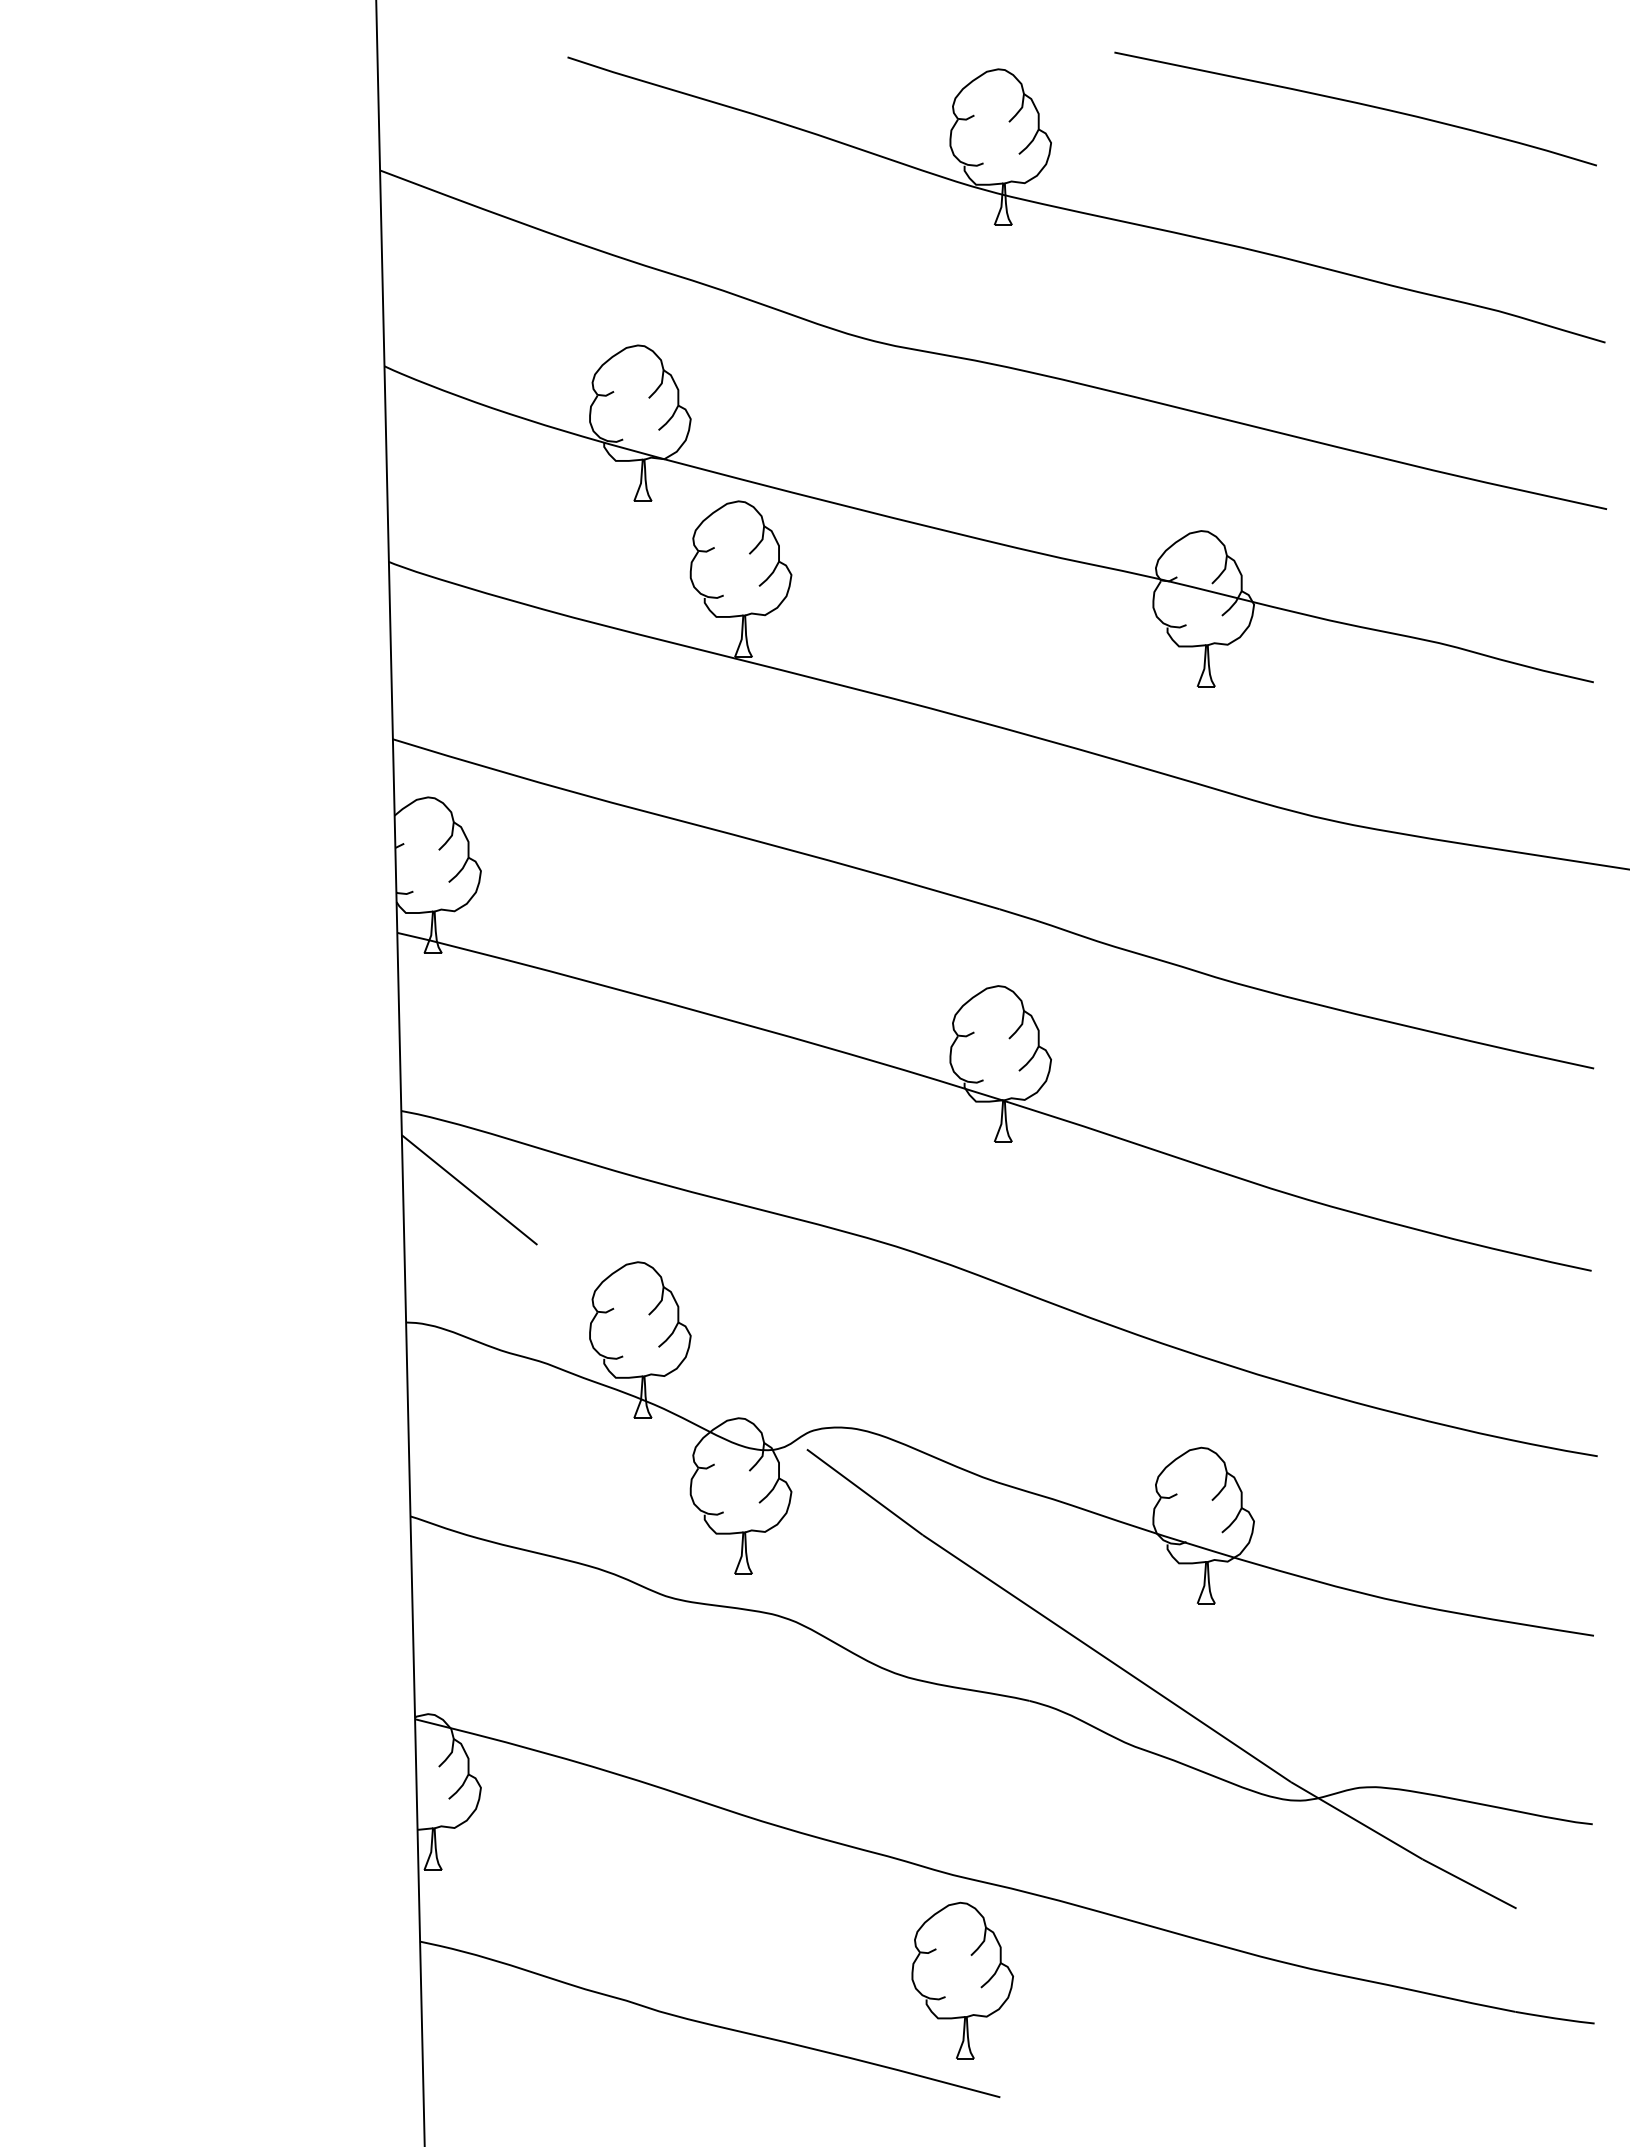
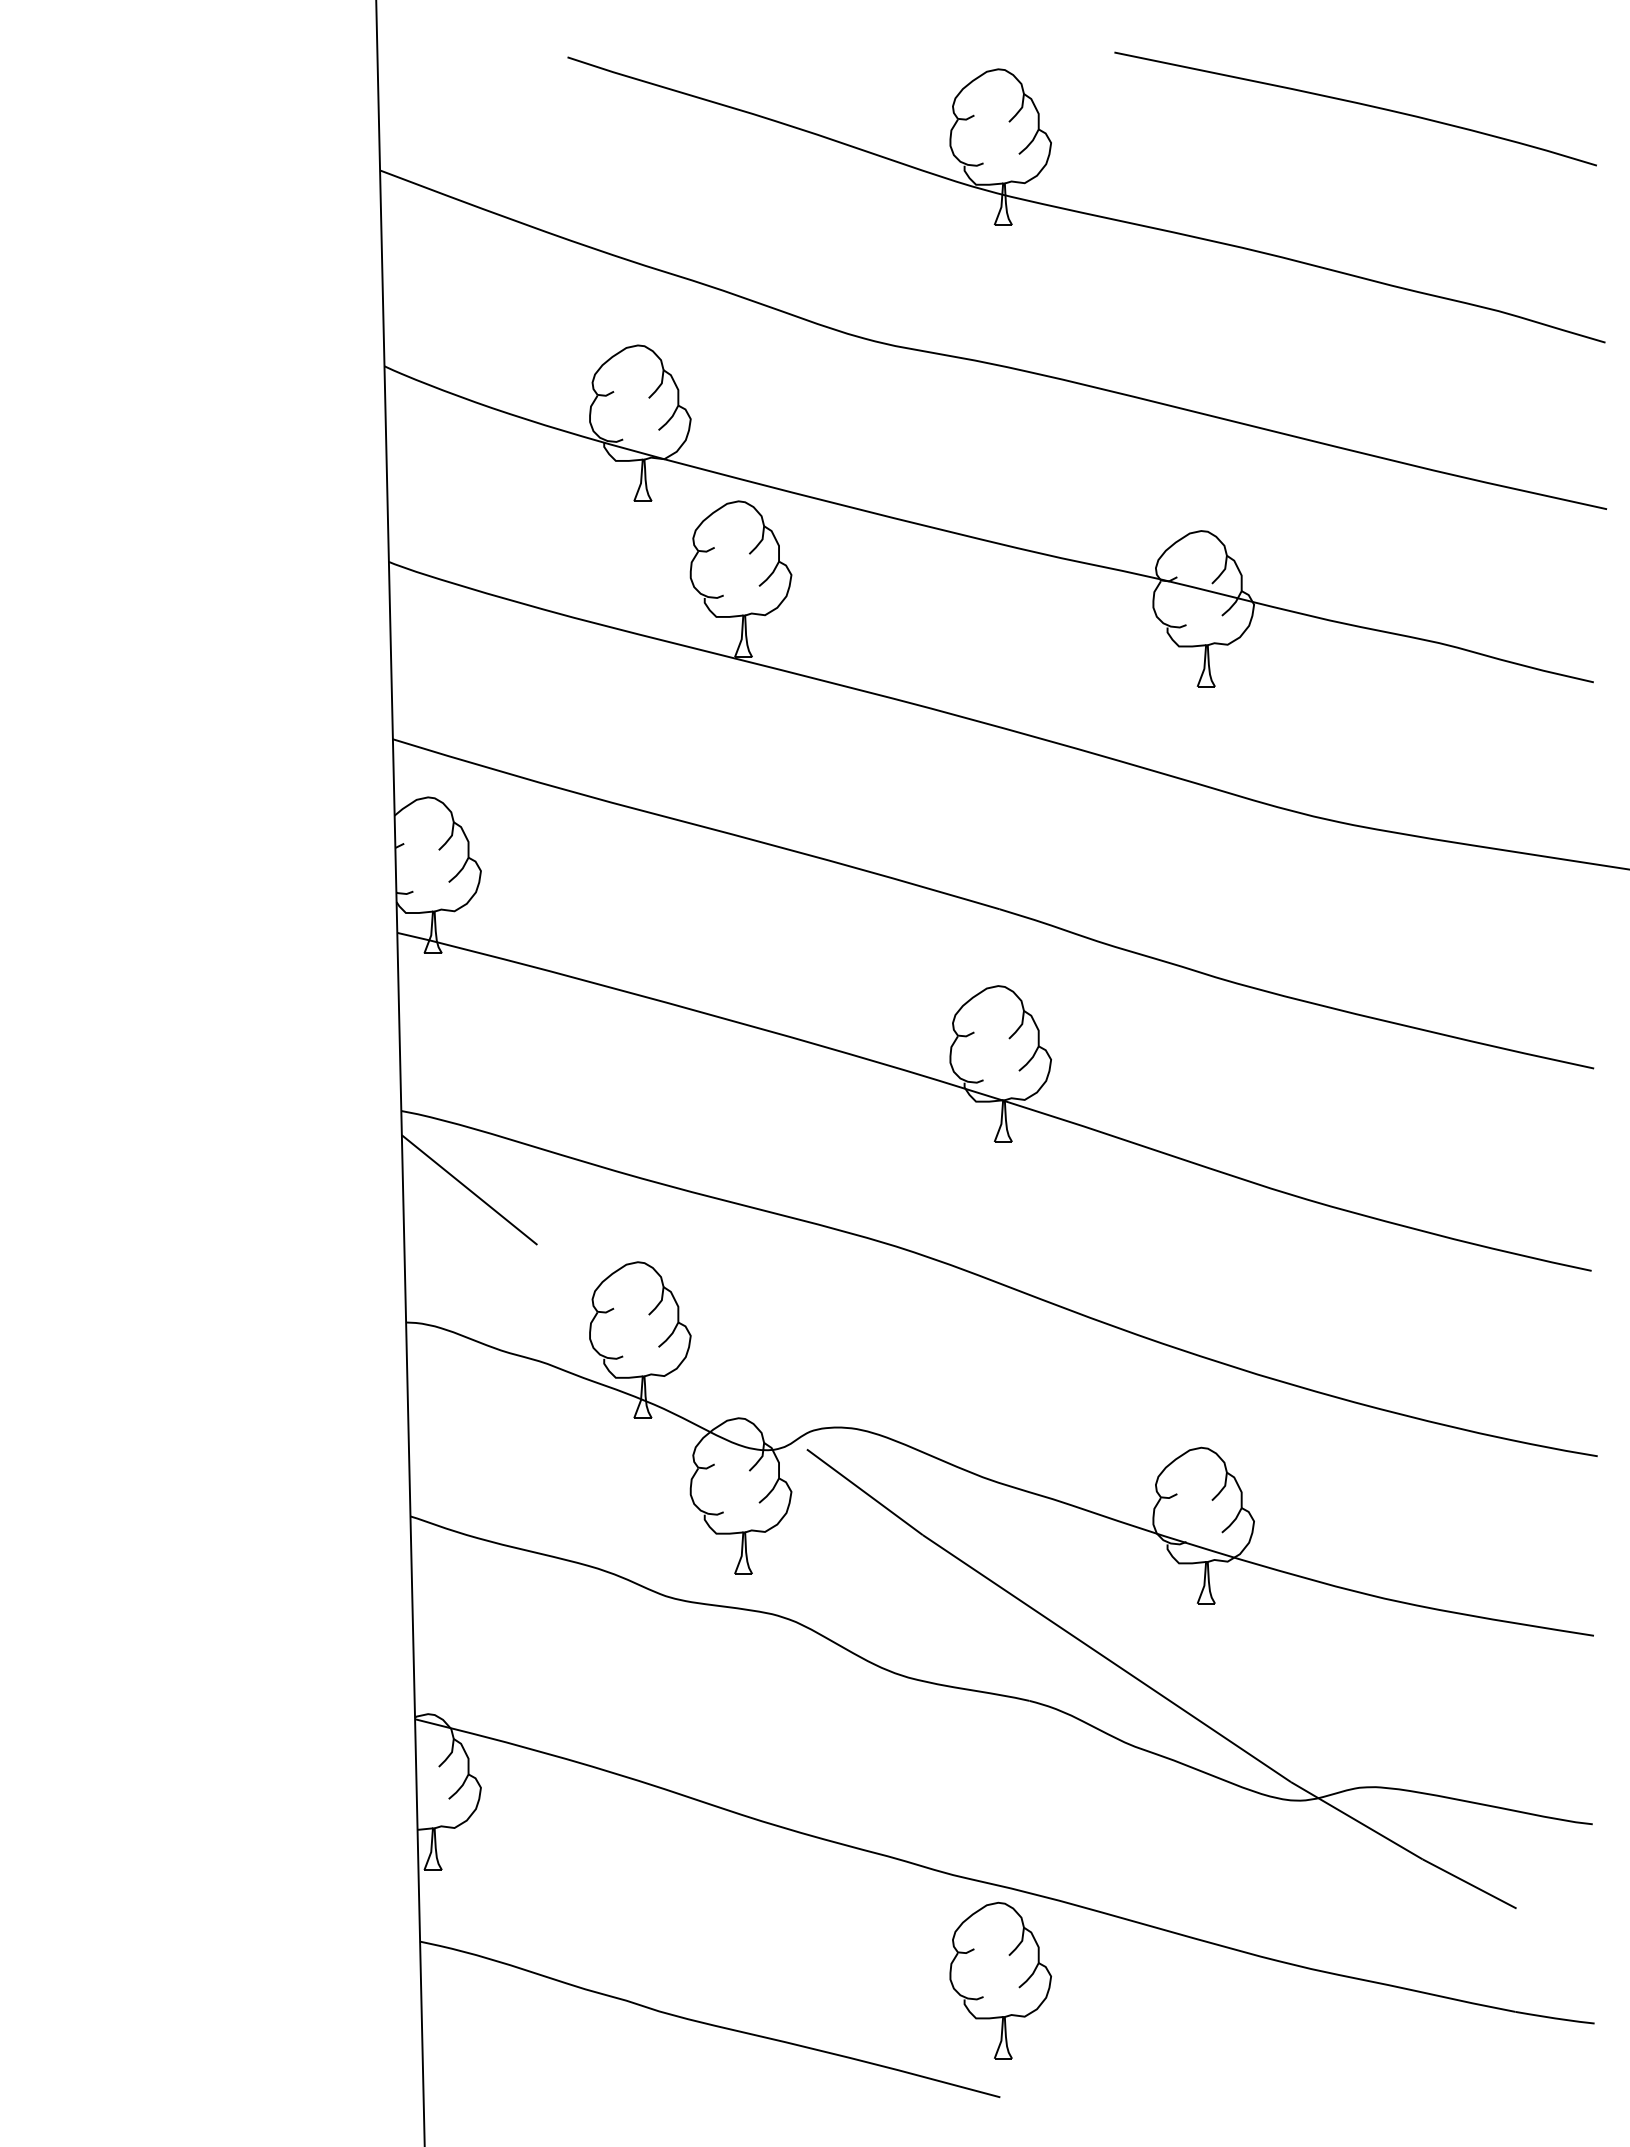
part at (962, 1980) position: (962, 1980) -> (1000, 1980)
